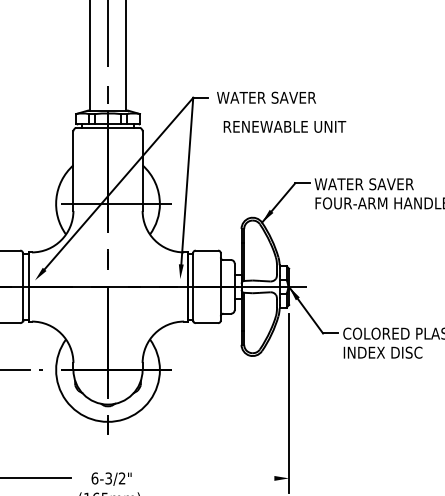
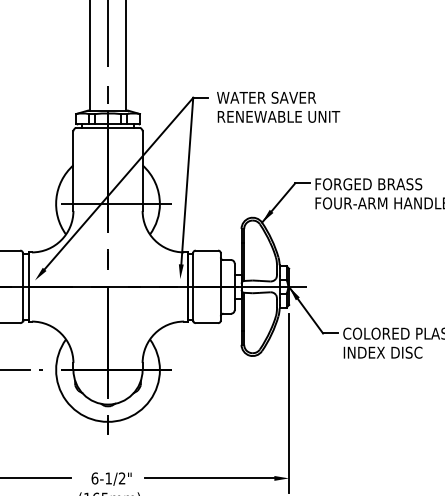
text at (284, 126) position: (284, 126) -> (278, 116)
text at (368, 184): WATER SAVER -> FORGED BRASS
text at (108, 478): 6-3/2" -> 6-1/2"
line at (209, 478): none -> present
